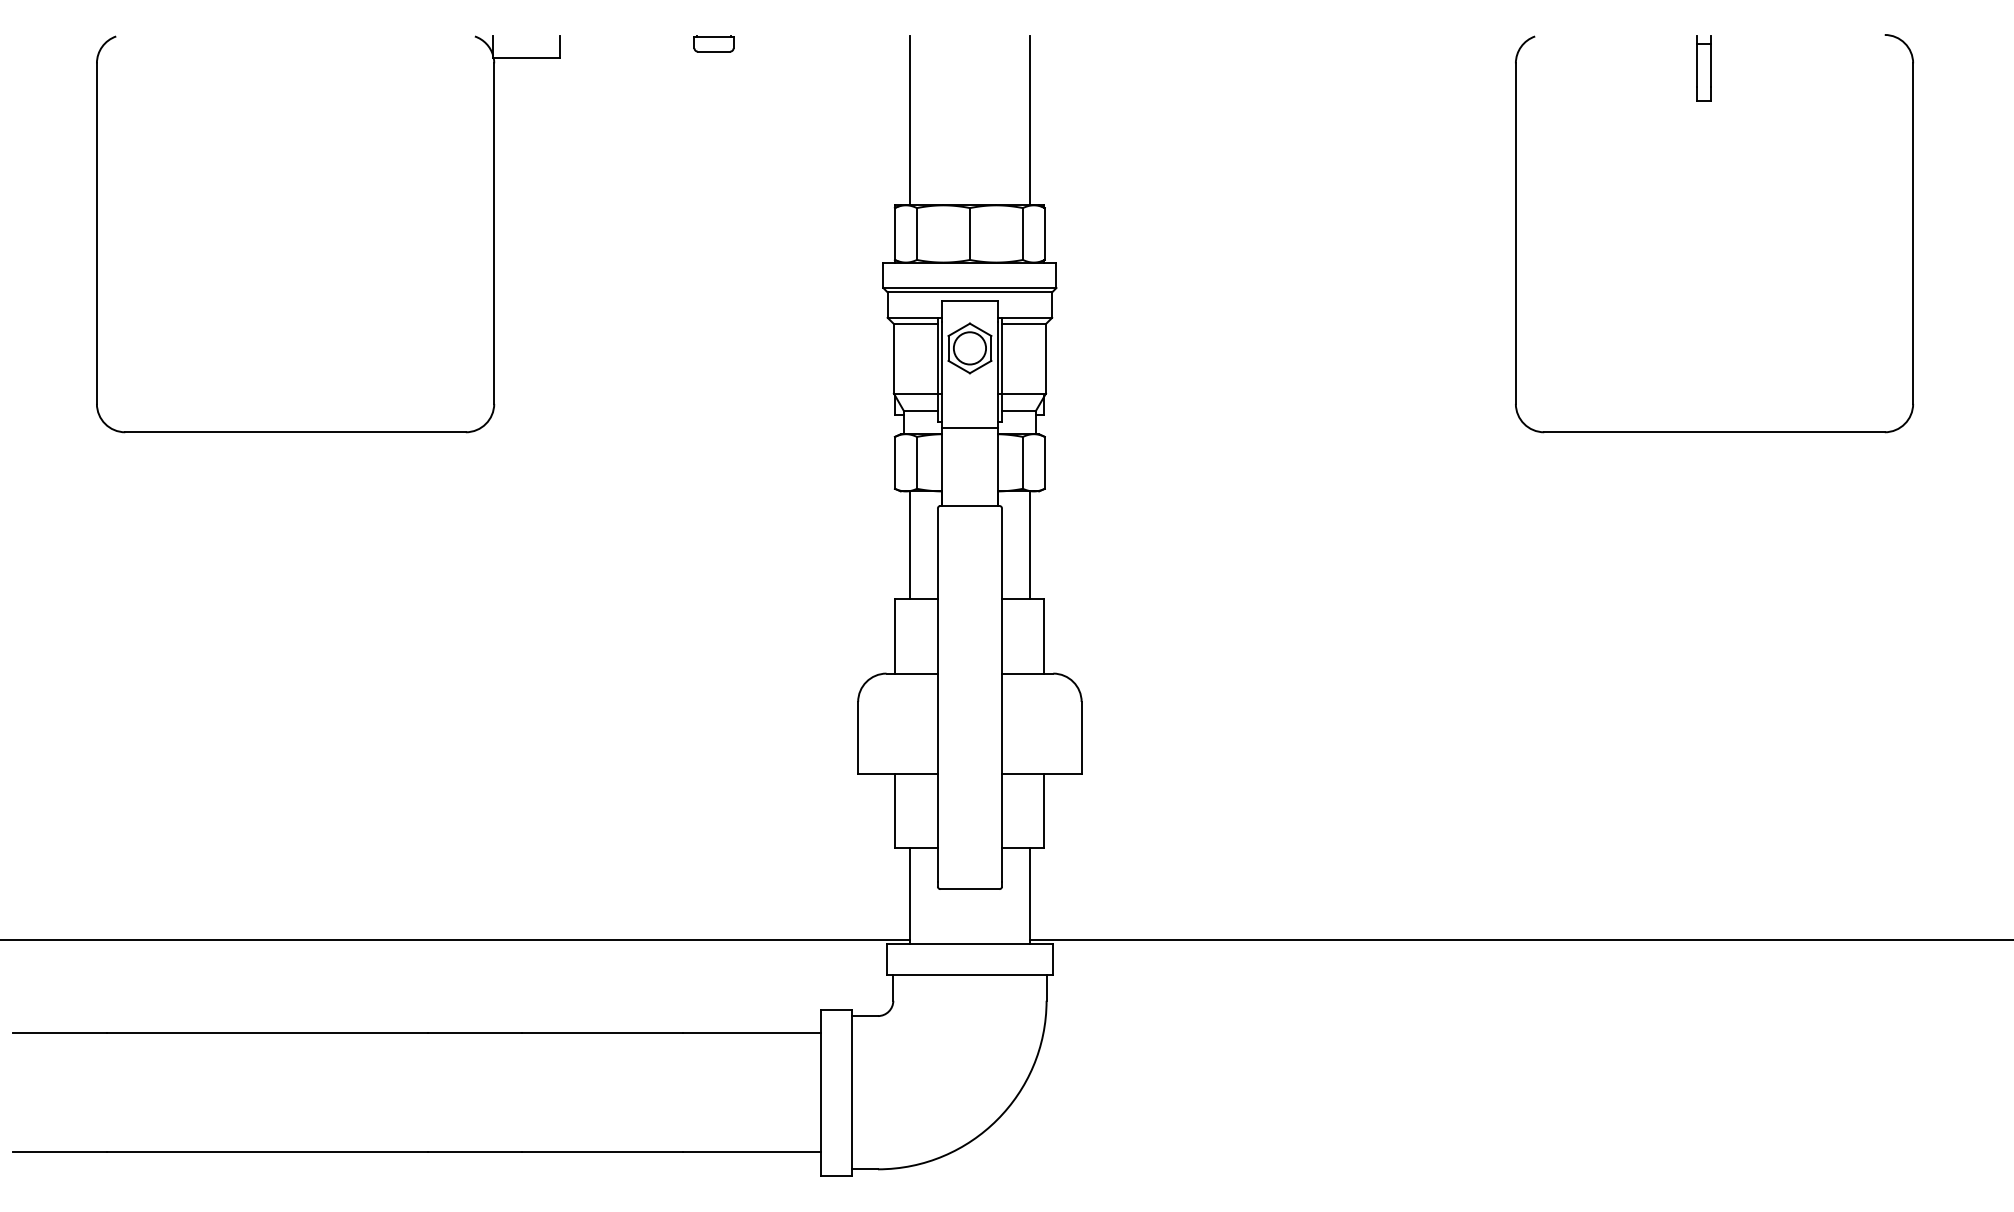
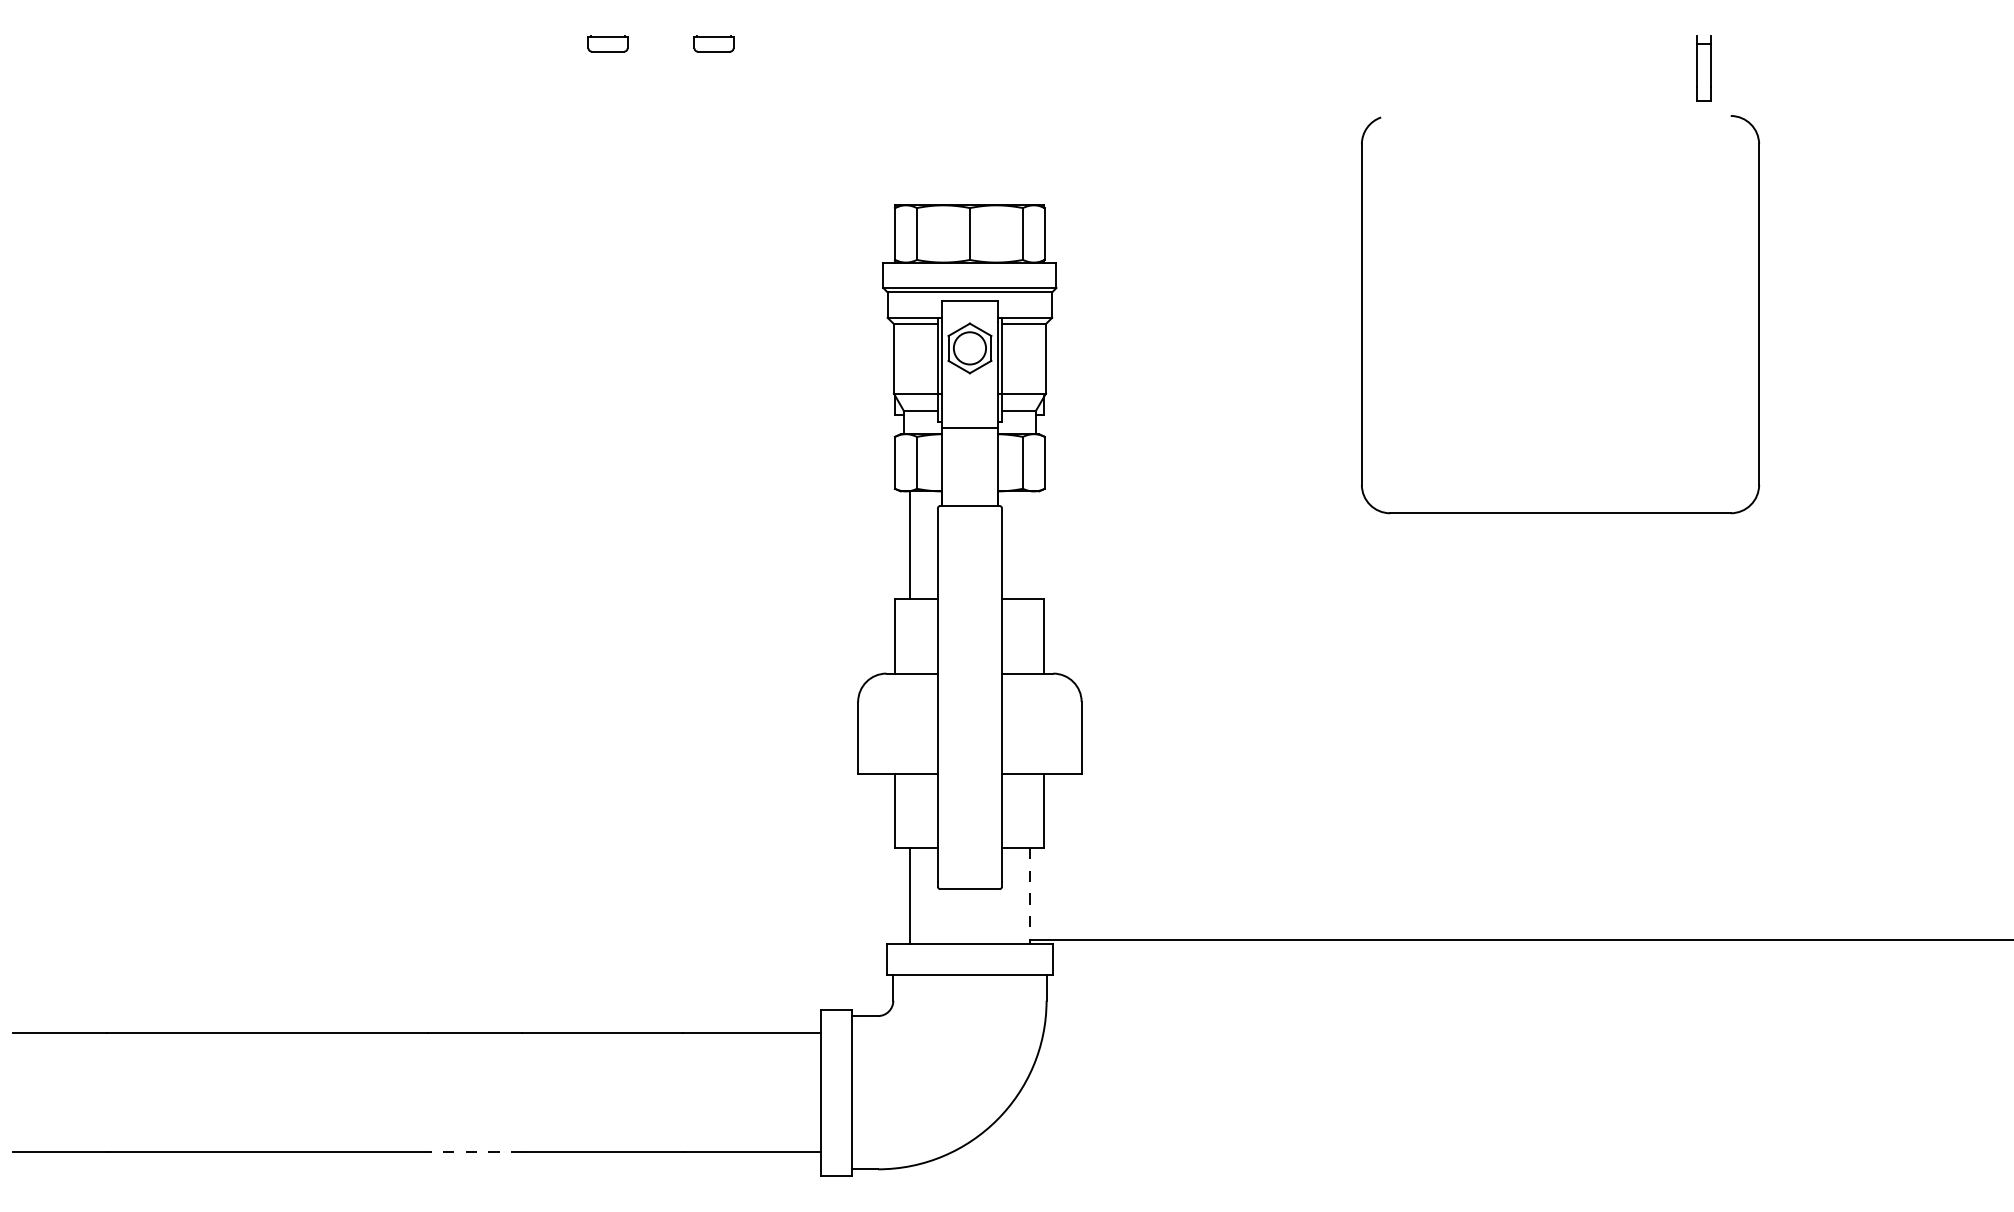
part at (607, 43): none -> present
line at (910, 120): present -> none
line at (1029, 120): present -> none
part at (1516, 233) position: (1516, 233) -> (1362, 314)
part at (493, 234): present -> none
line at (1029, 545): present -> none
line at (1029, 896): solid -> dashed
line at (456, 940): present -> none
line at (475, 1152): solid -> dashed
